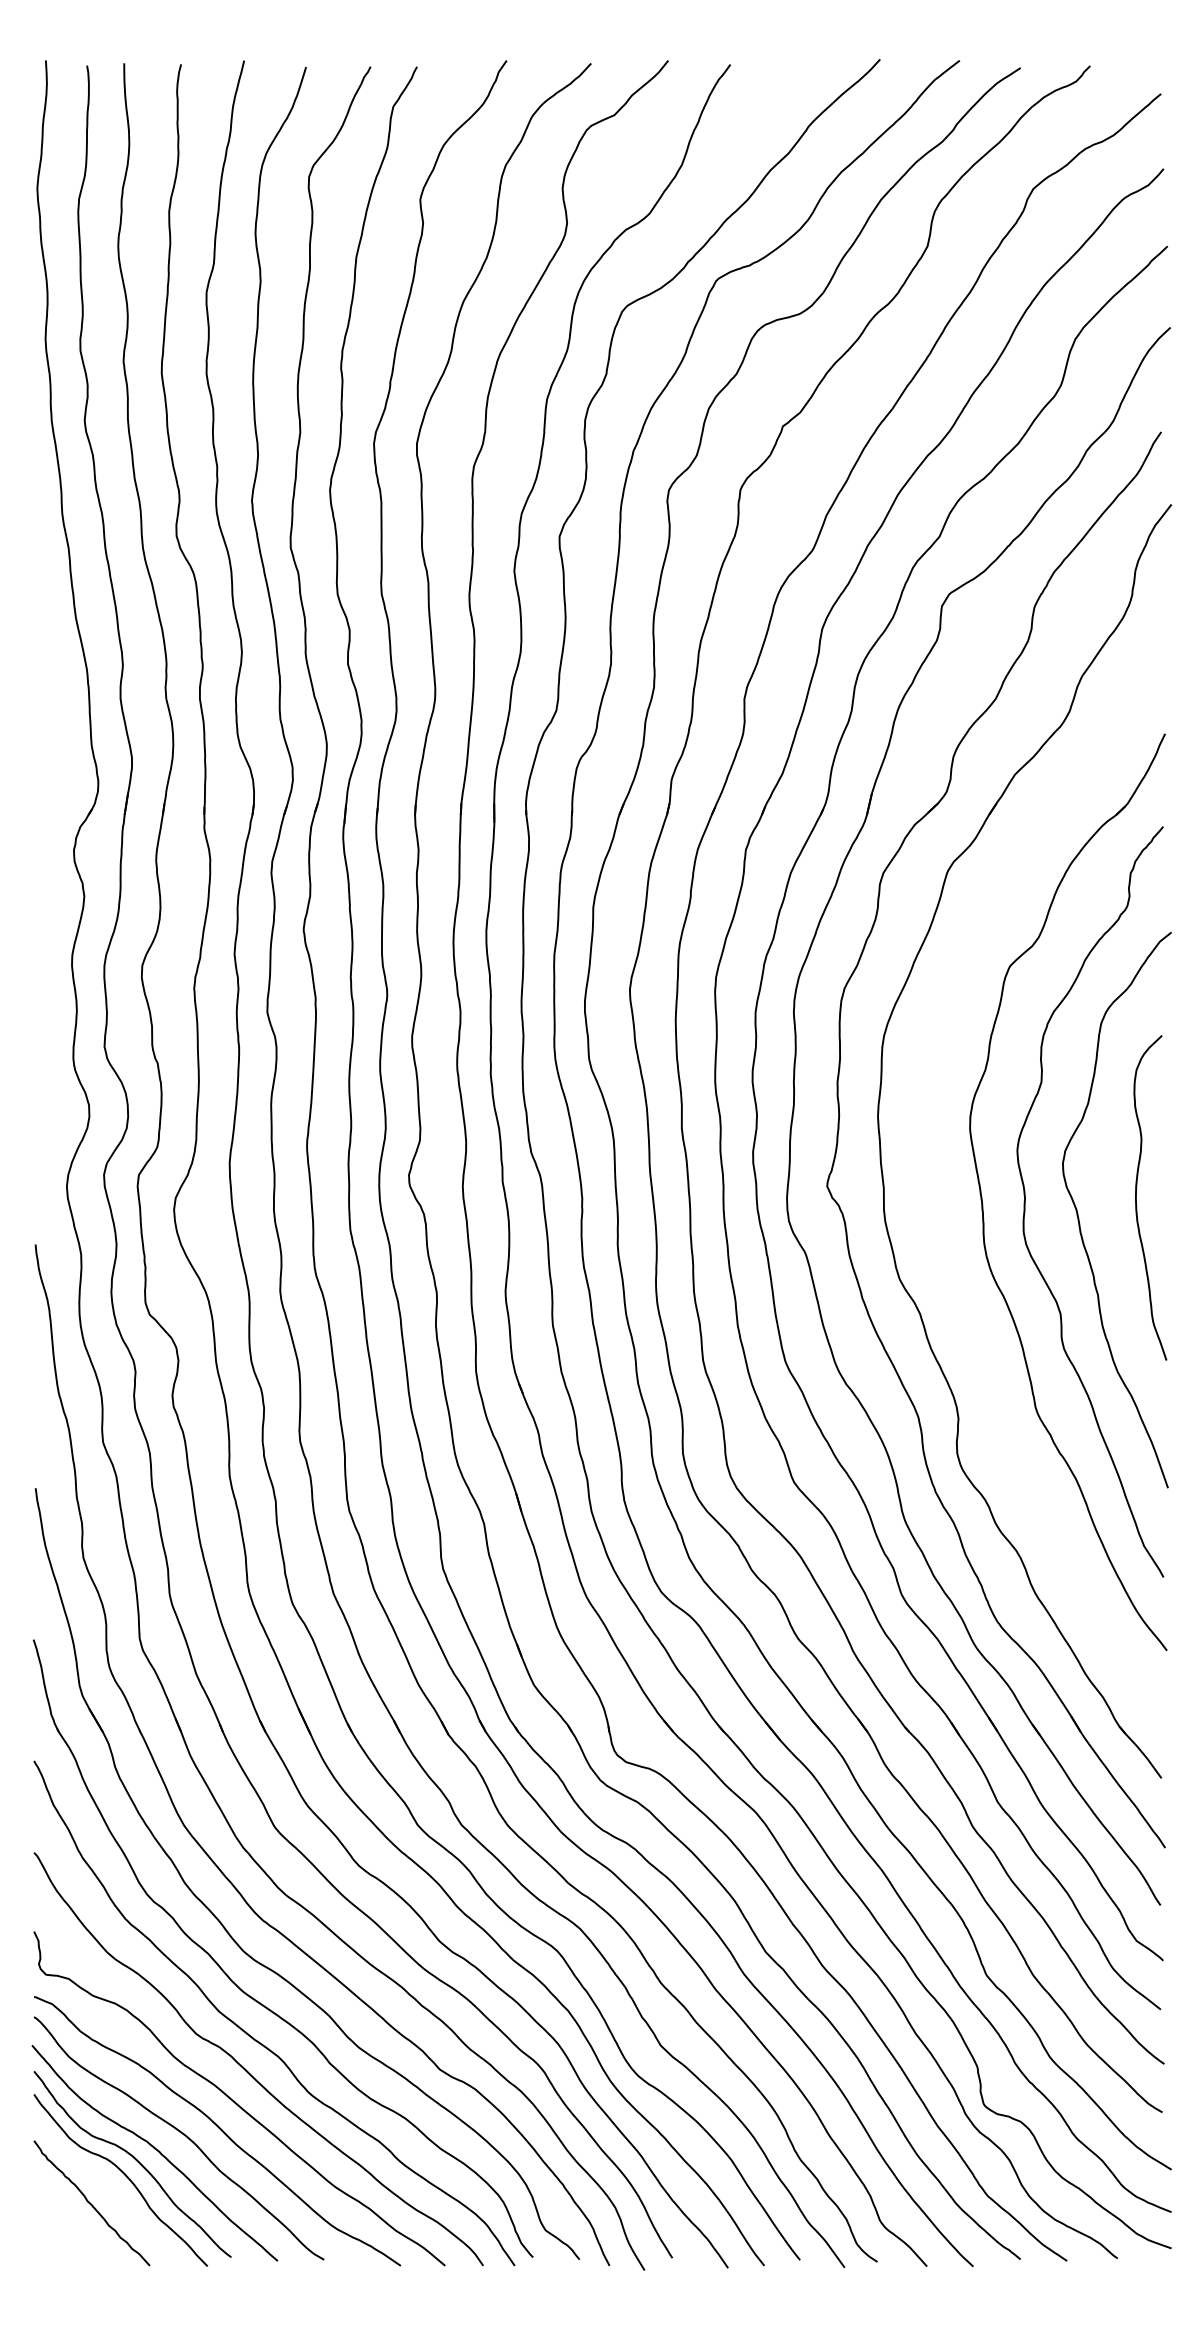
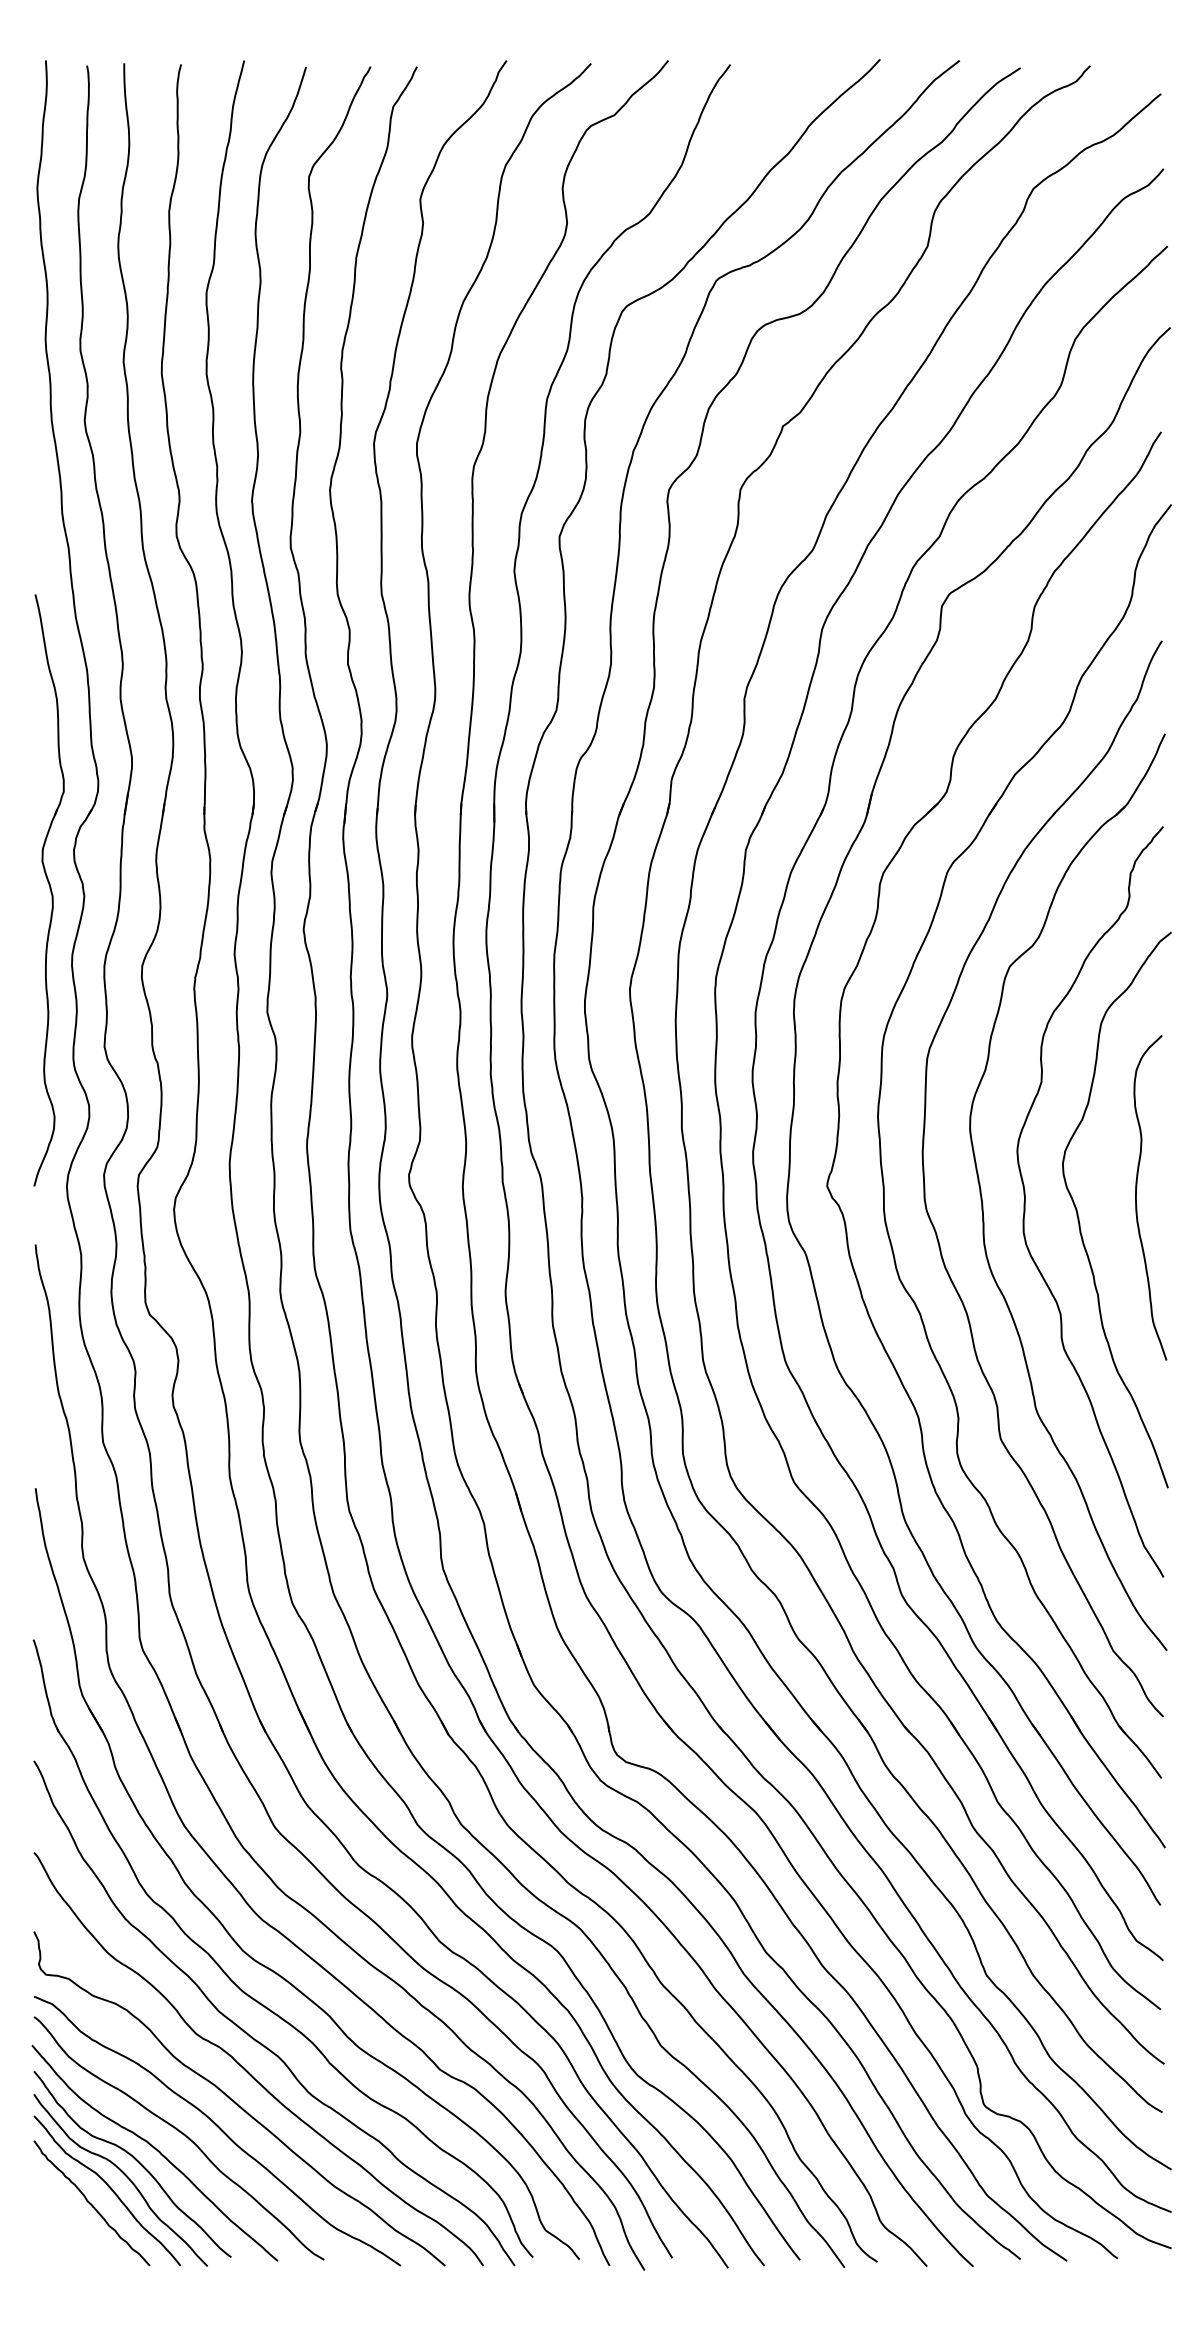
part at (48, 890): none -> present
part at (925, 1184): none -> present
curve at (109, 2188): none -> present
